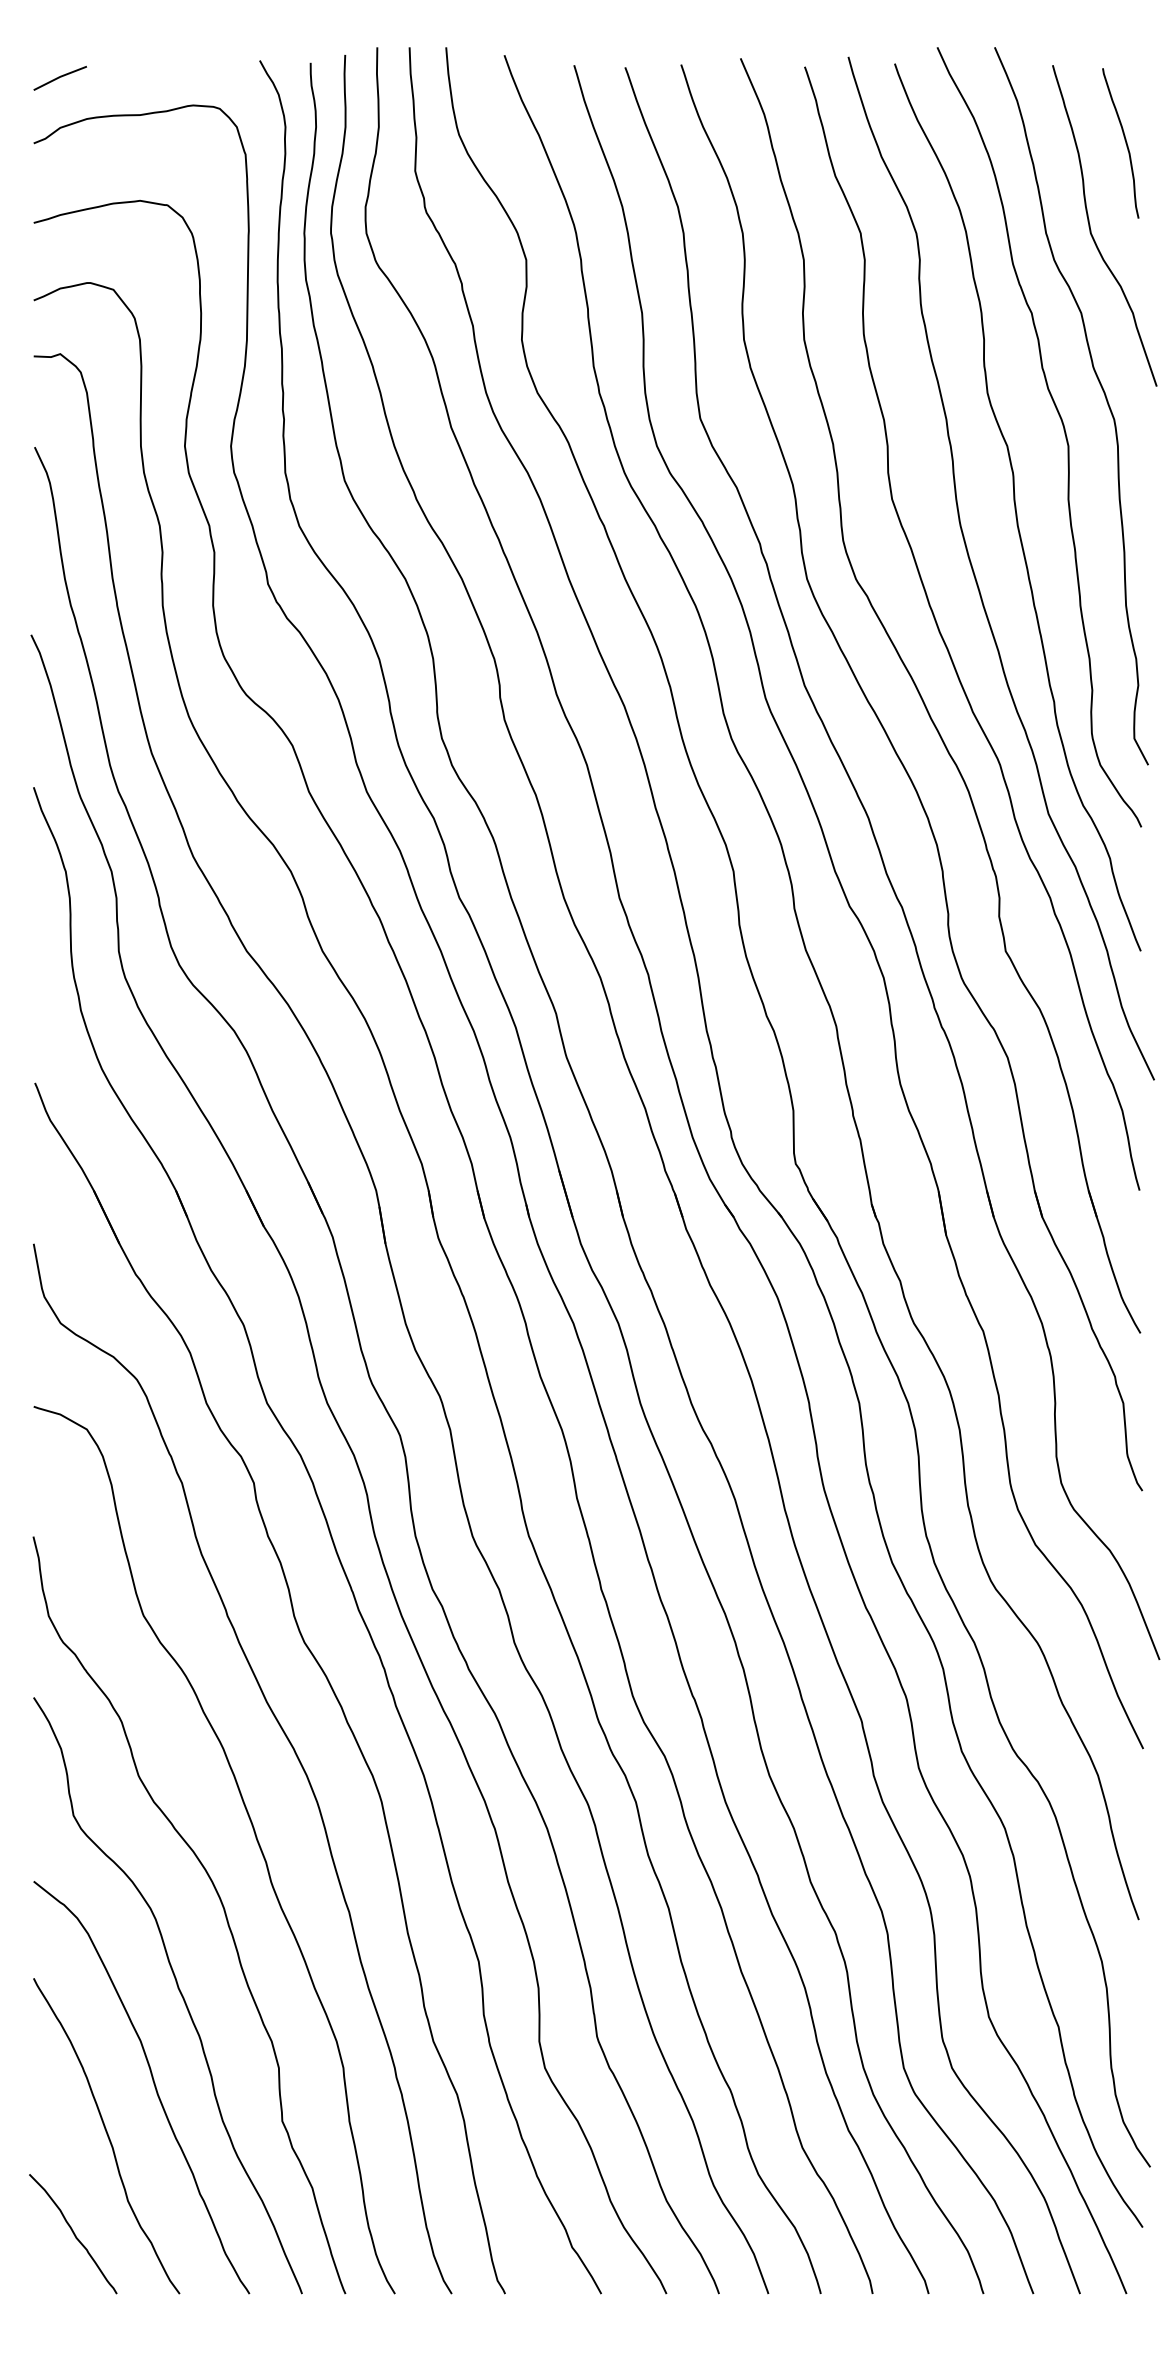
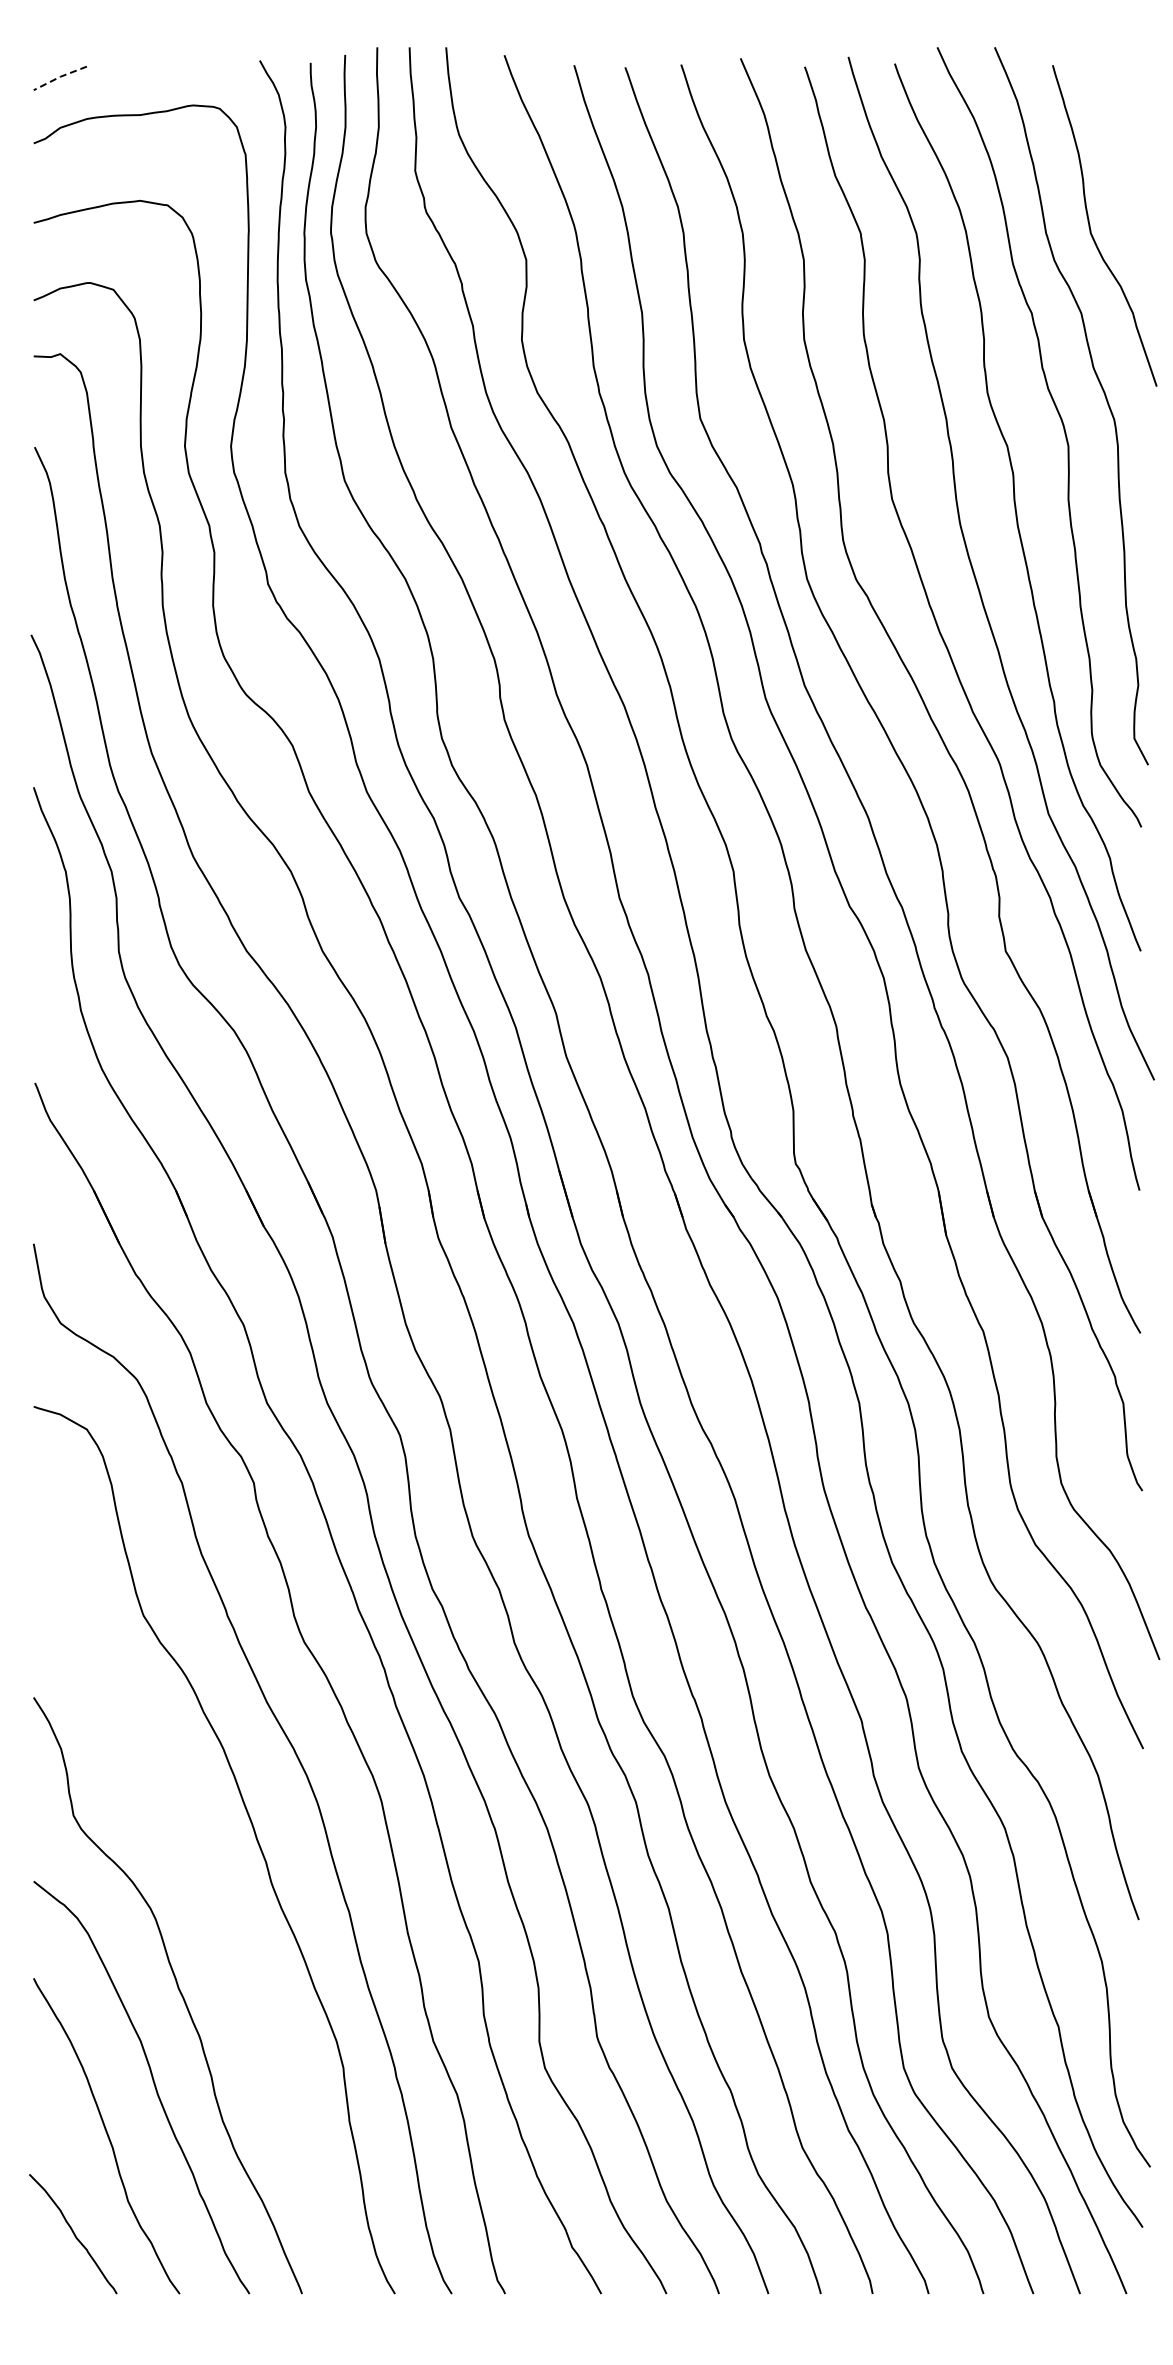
line at (60, 76): solid -> dashed
curve at (1124, 140): present -> none
curve at (221, 1905): present -> none
